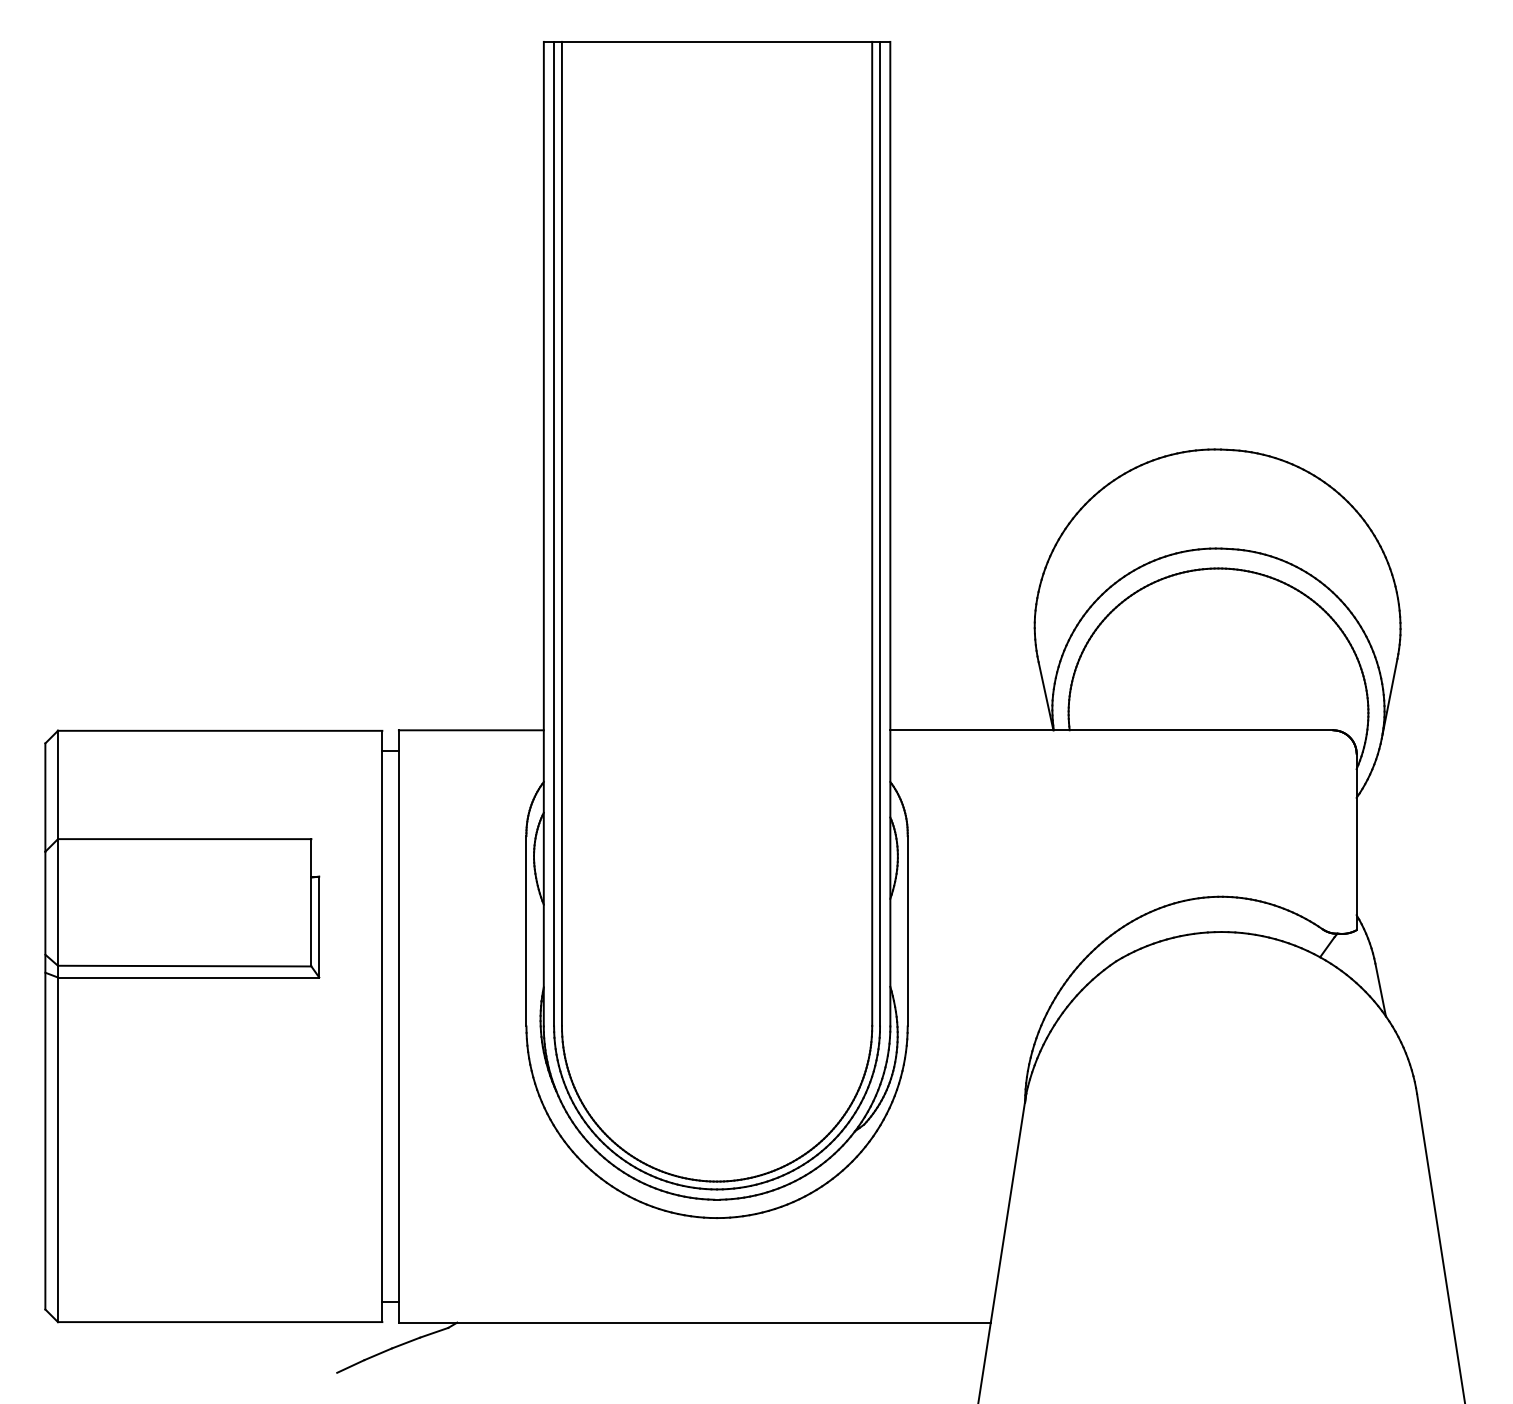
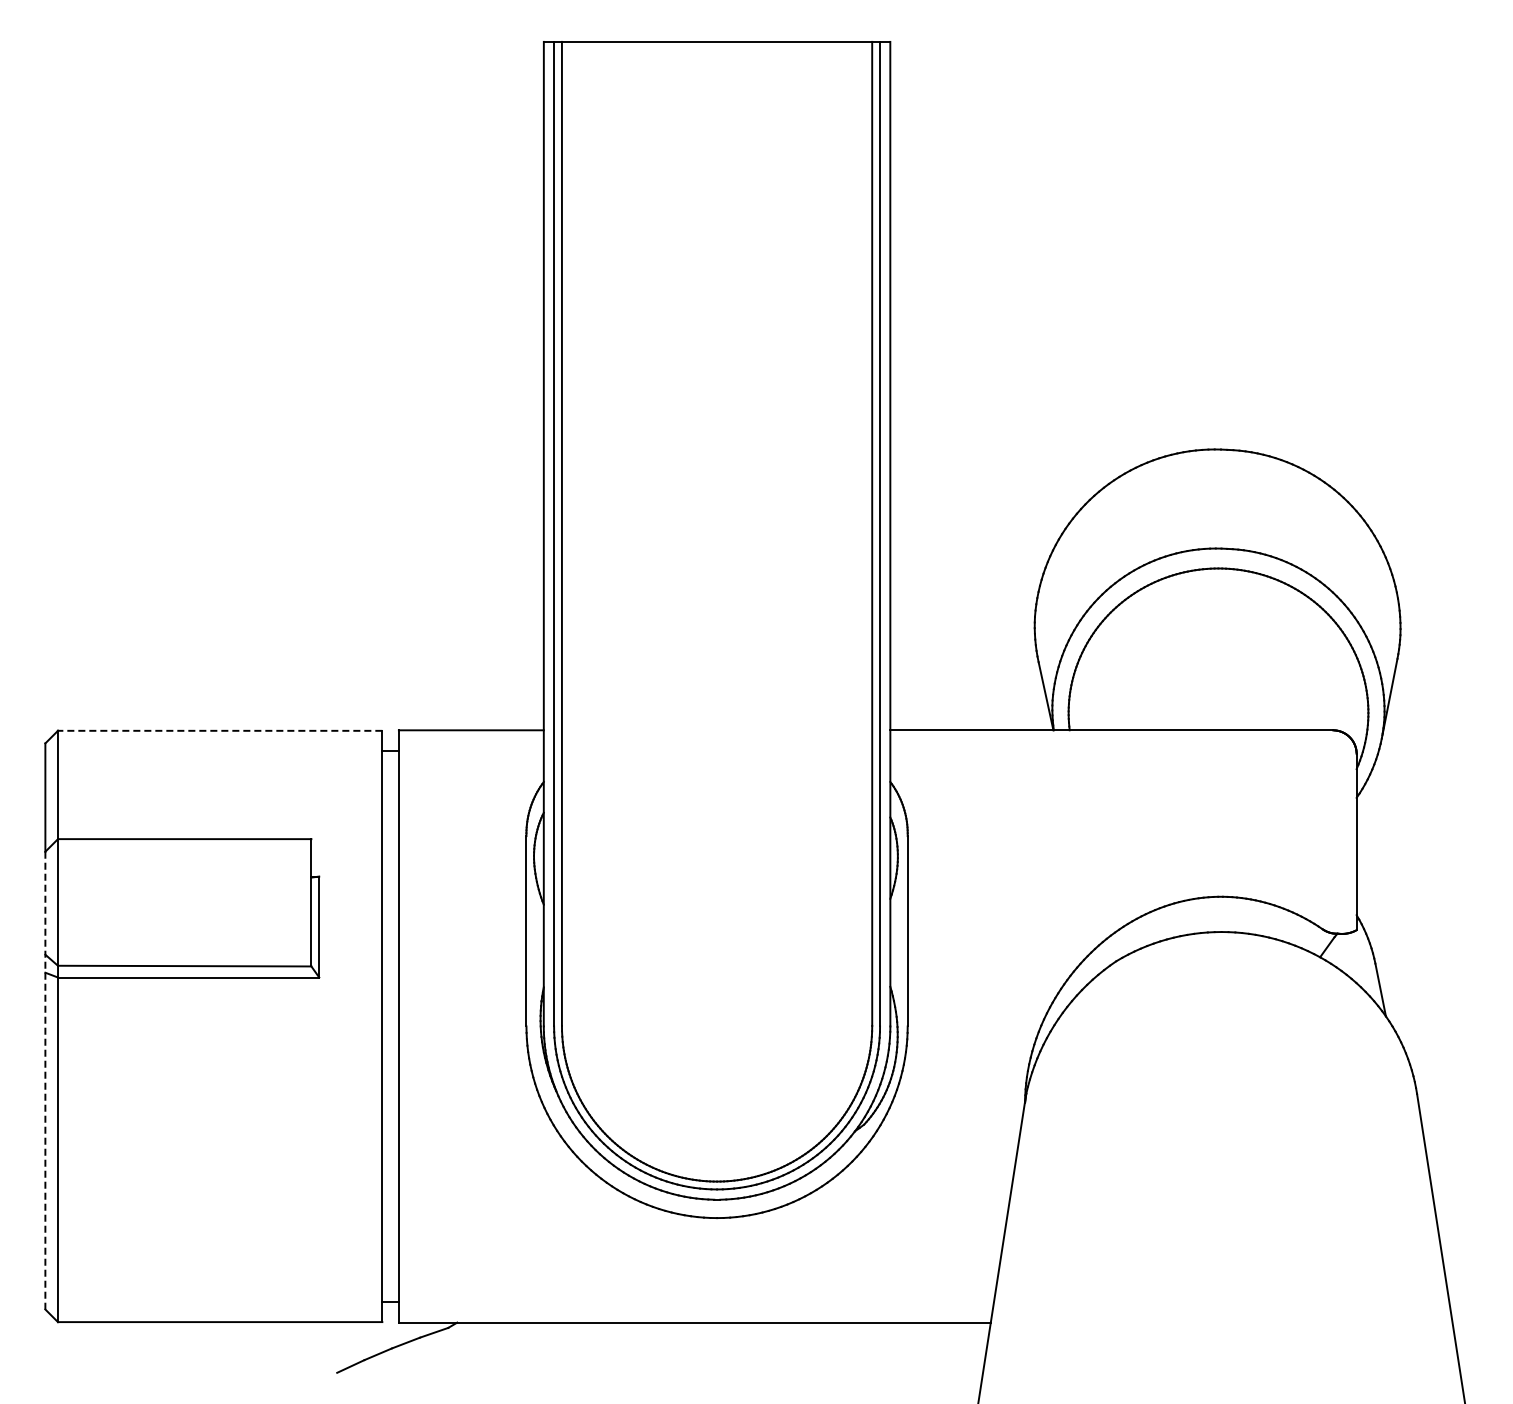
line at (219, 730): solid -> dashed
line at (45, 1080): solid -> dashed
